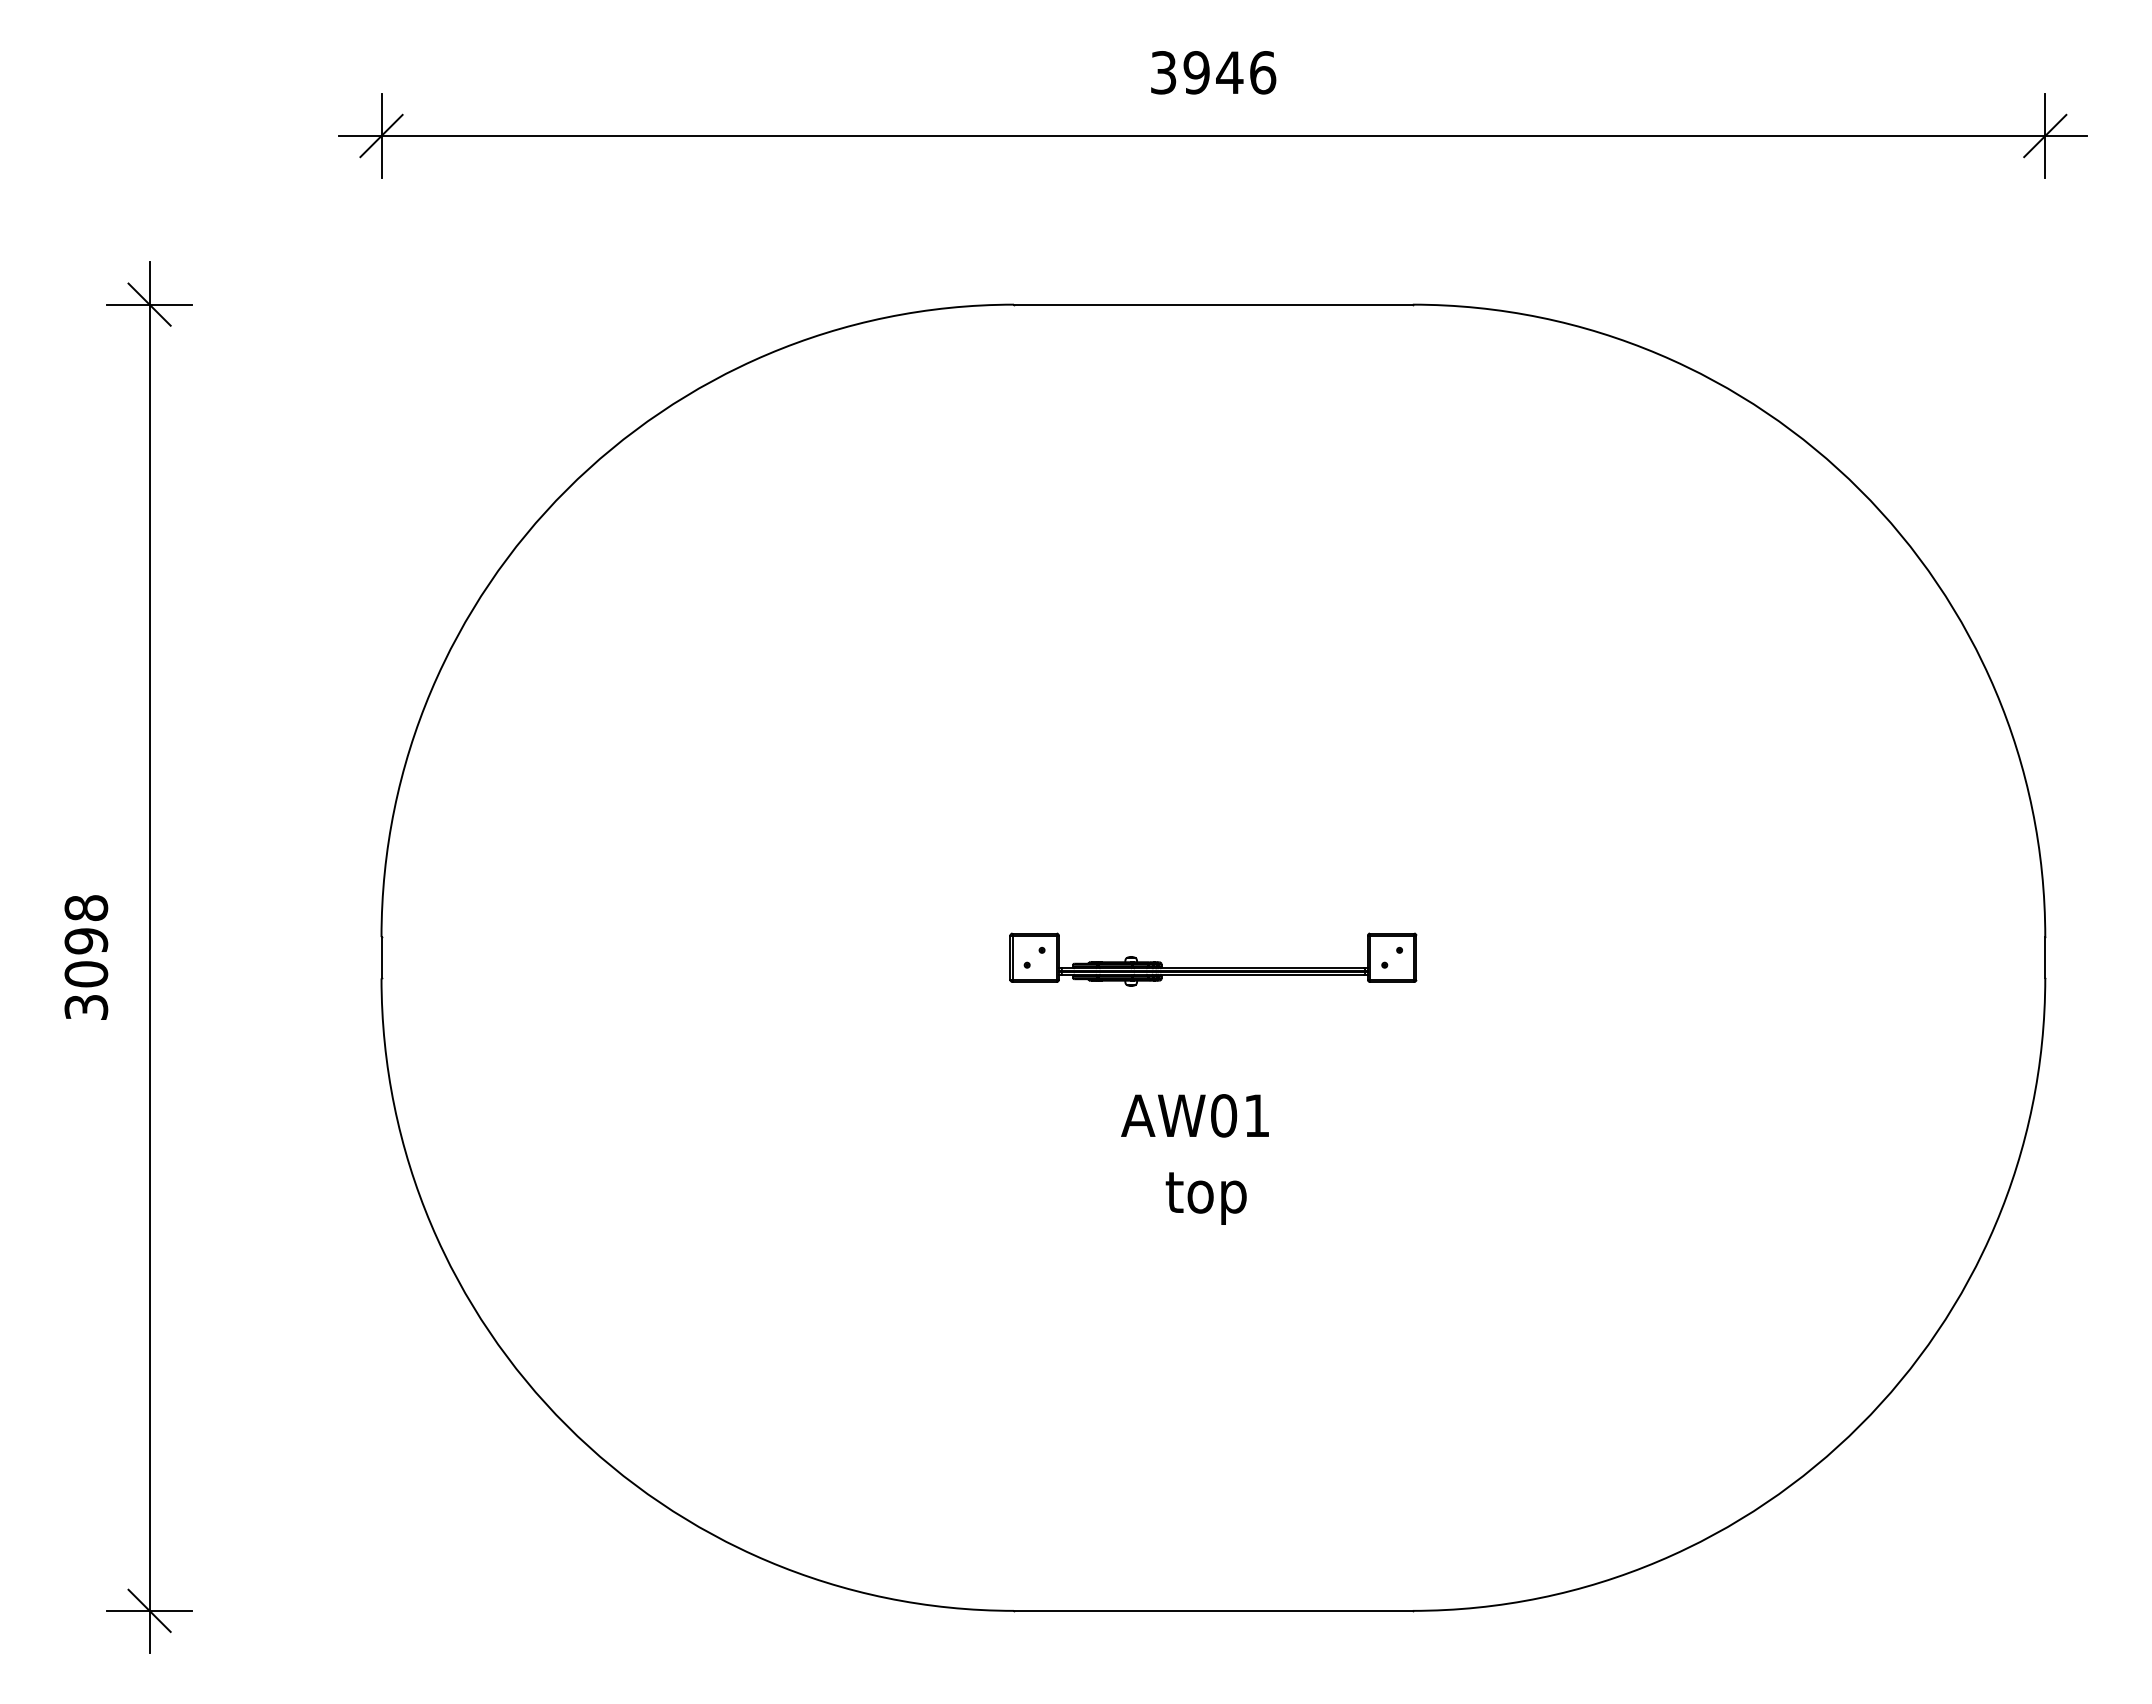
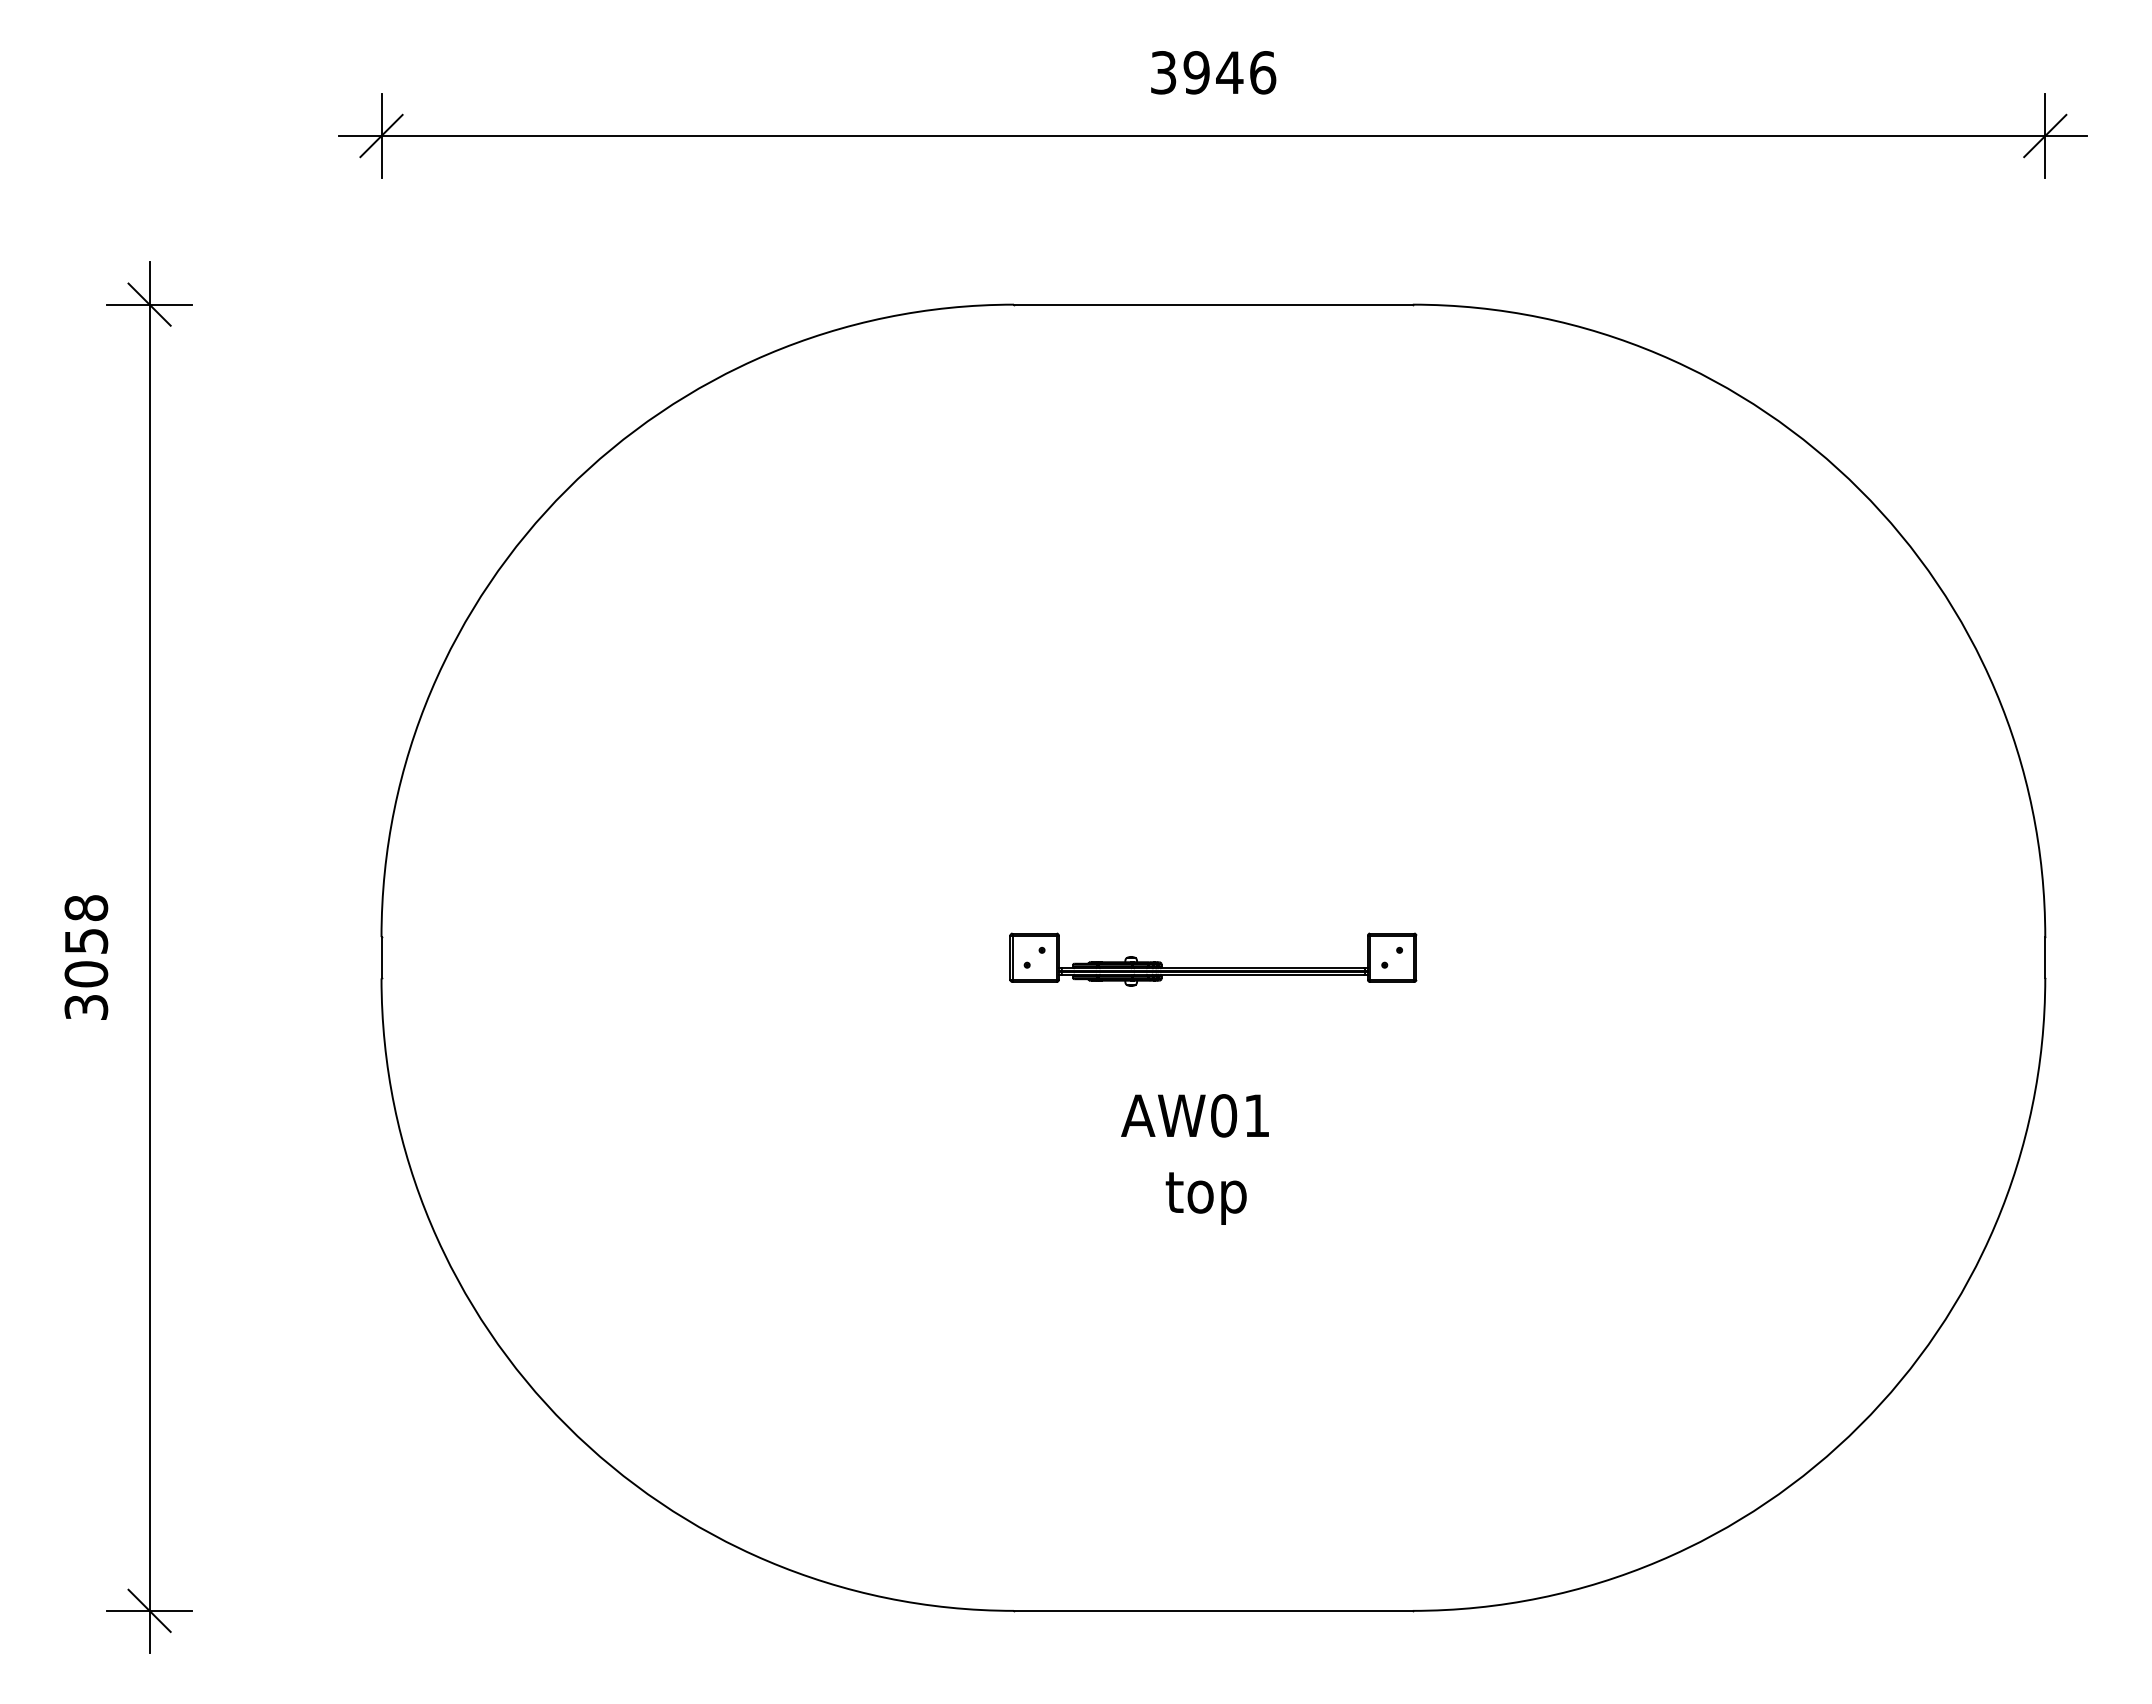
text at (86, 941): 3098 -> 3058
